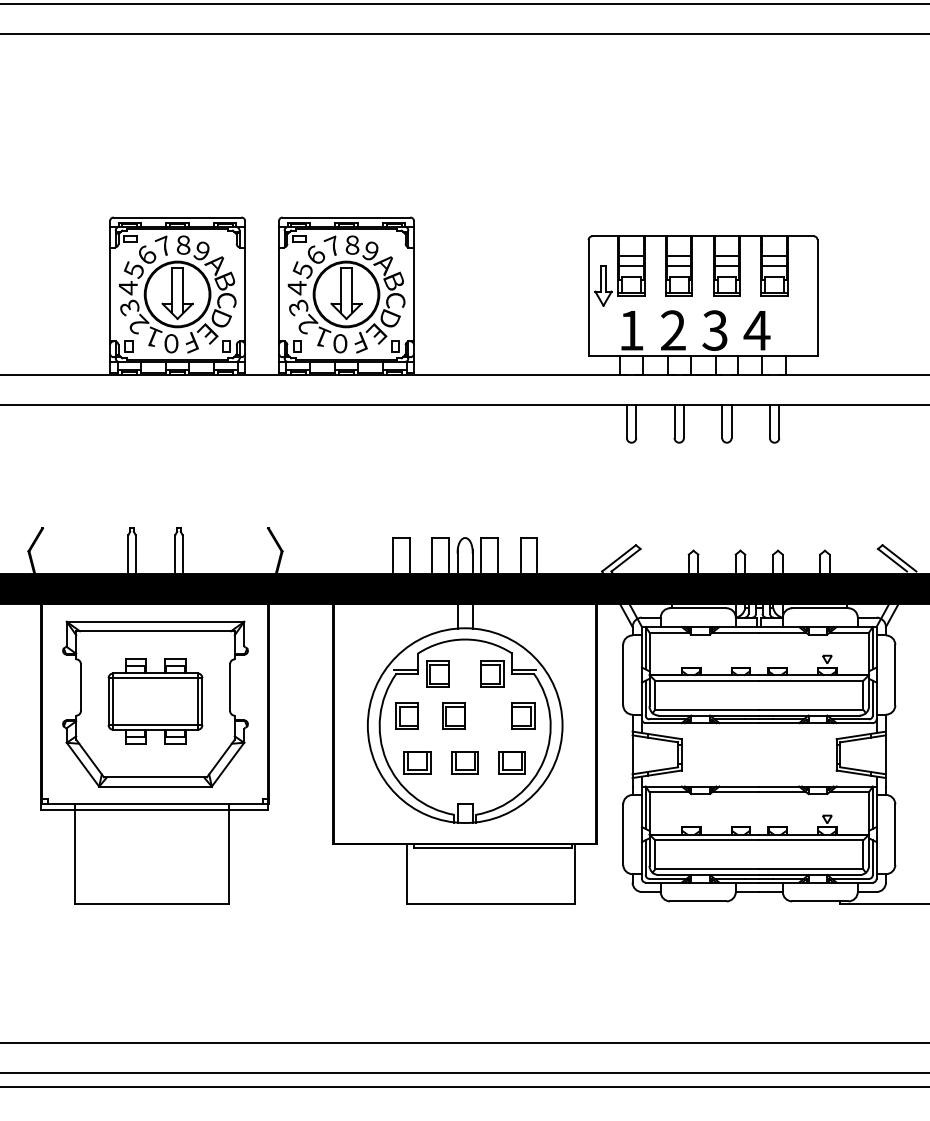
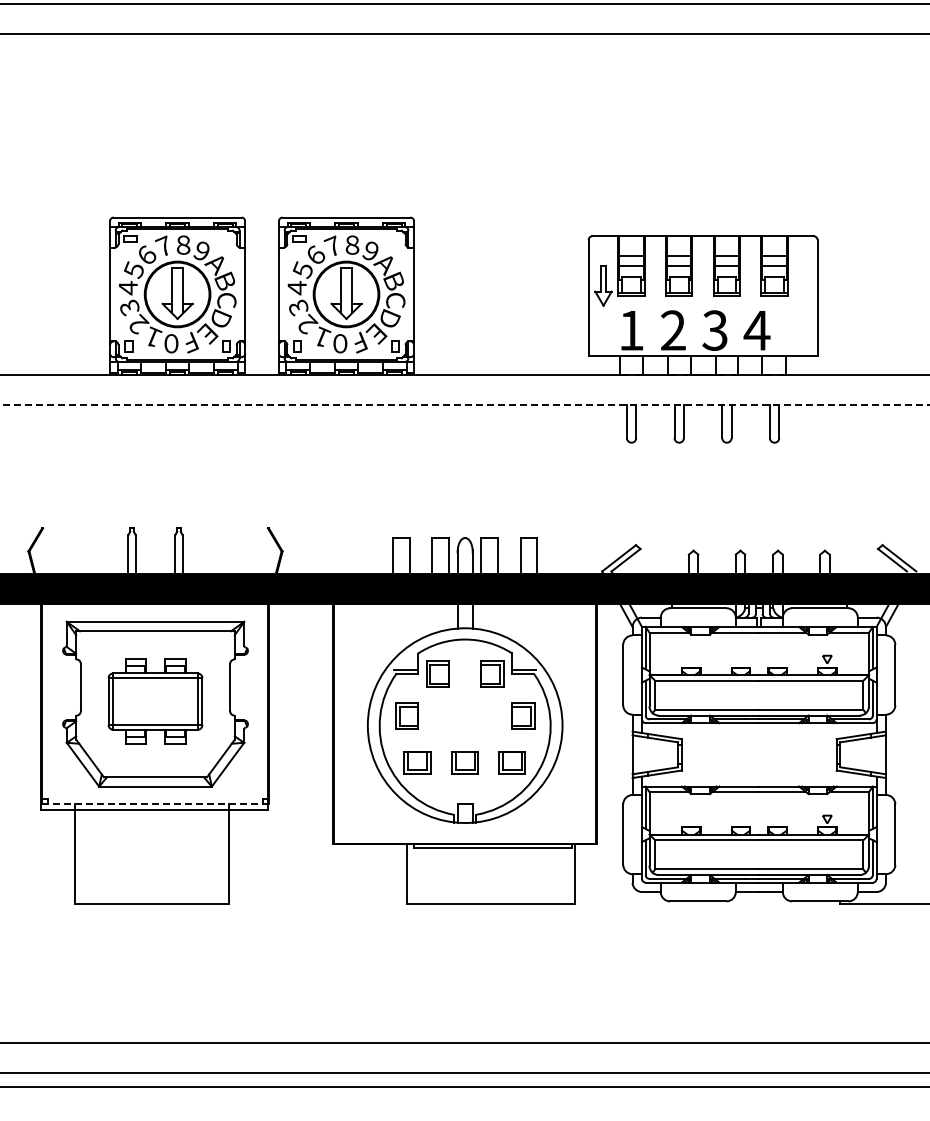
line at (465, 405): solid -> dashed
part at (453, 715): present -> none
line at (155, 804): solid -> dashed
